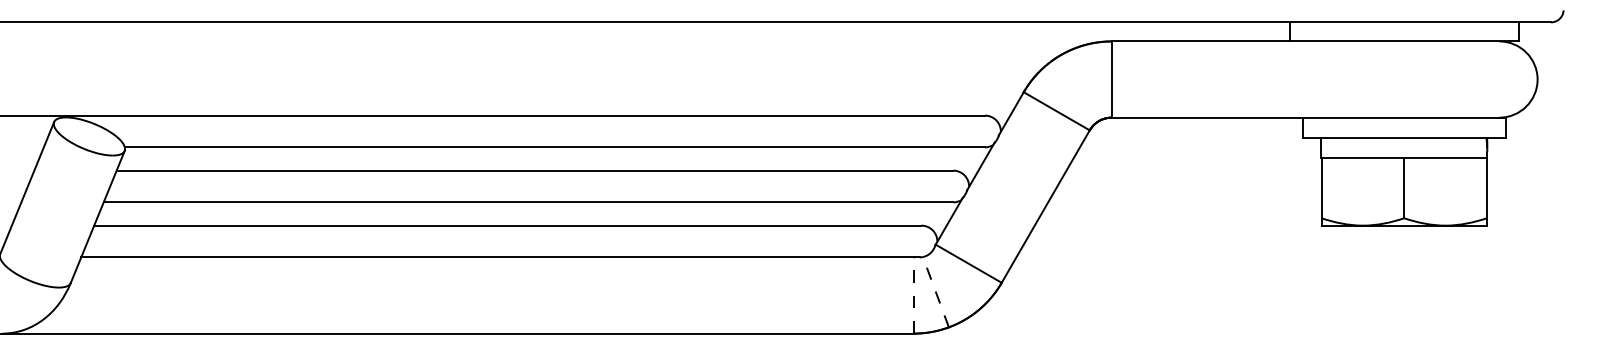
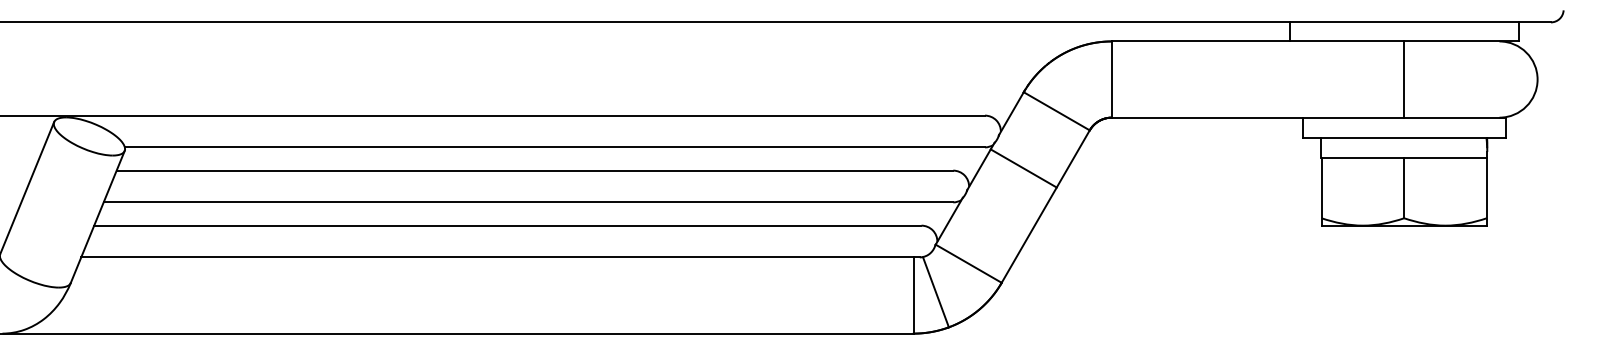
line at (1404, 79): none -> present
line at (1023, 168): none -> present
line at (935, 291): dashed -> solid
line at (913, 295): dashed -> solid
